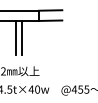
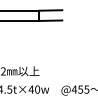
line at (16, 37): present -> none
line at (21, 37): present -> none
